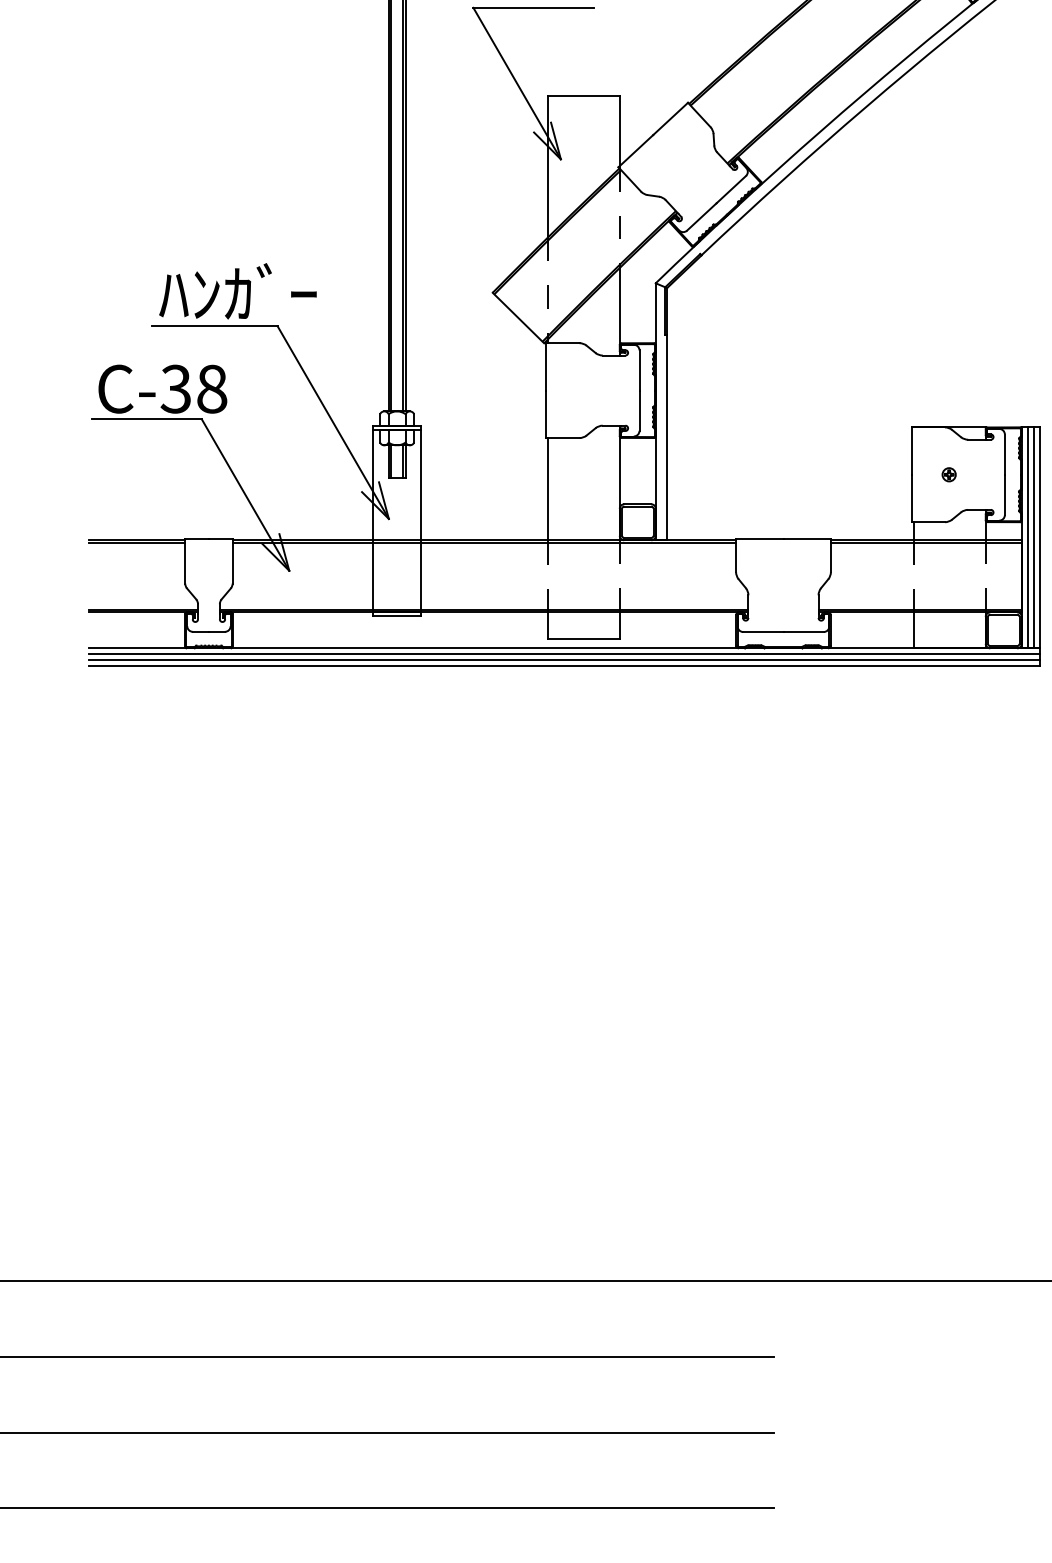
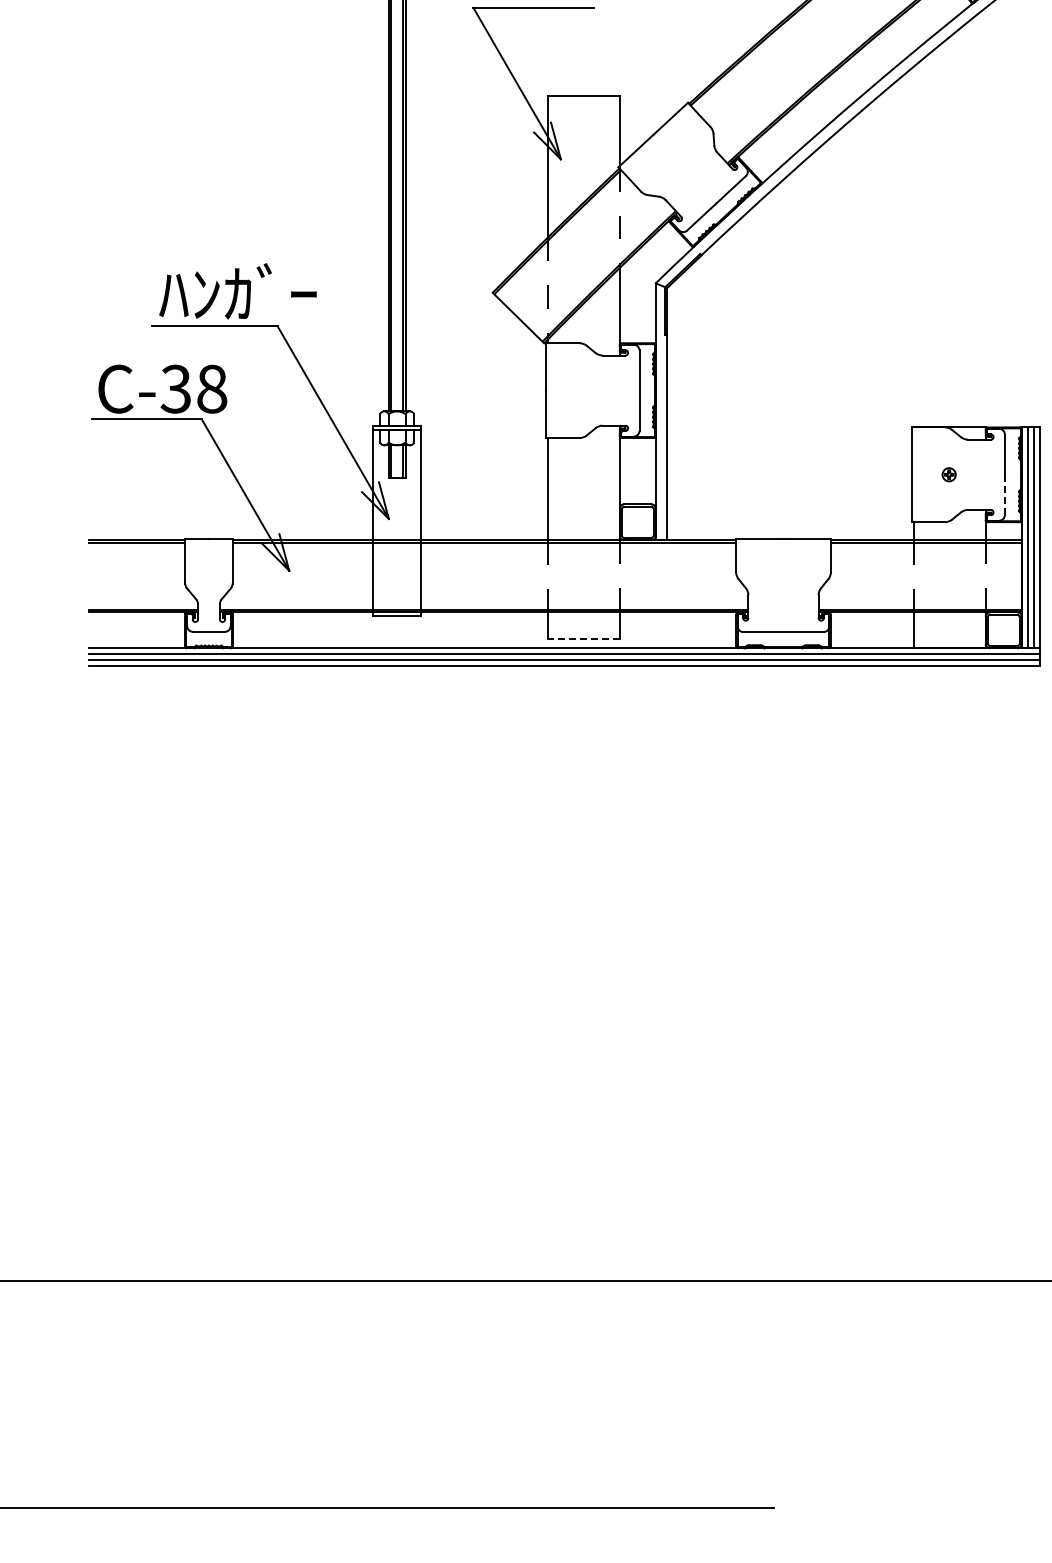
line at (1004, 494): solid -> dashed
line at (583, 638): solid -> dashed
line at (387, 1356): present -> none
line at (387, 1432): present -> none
